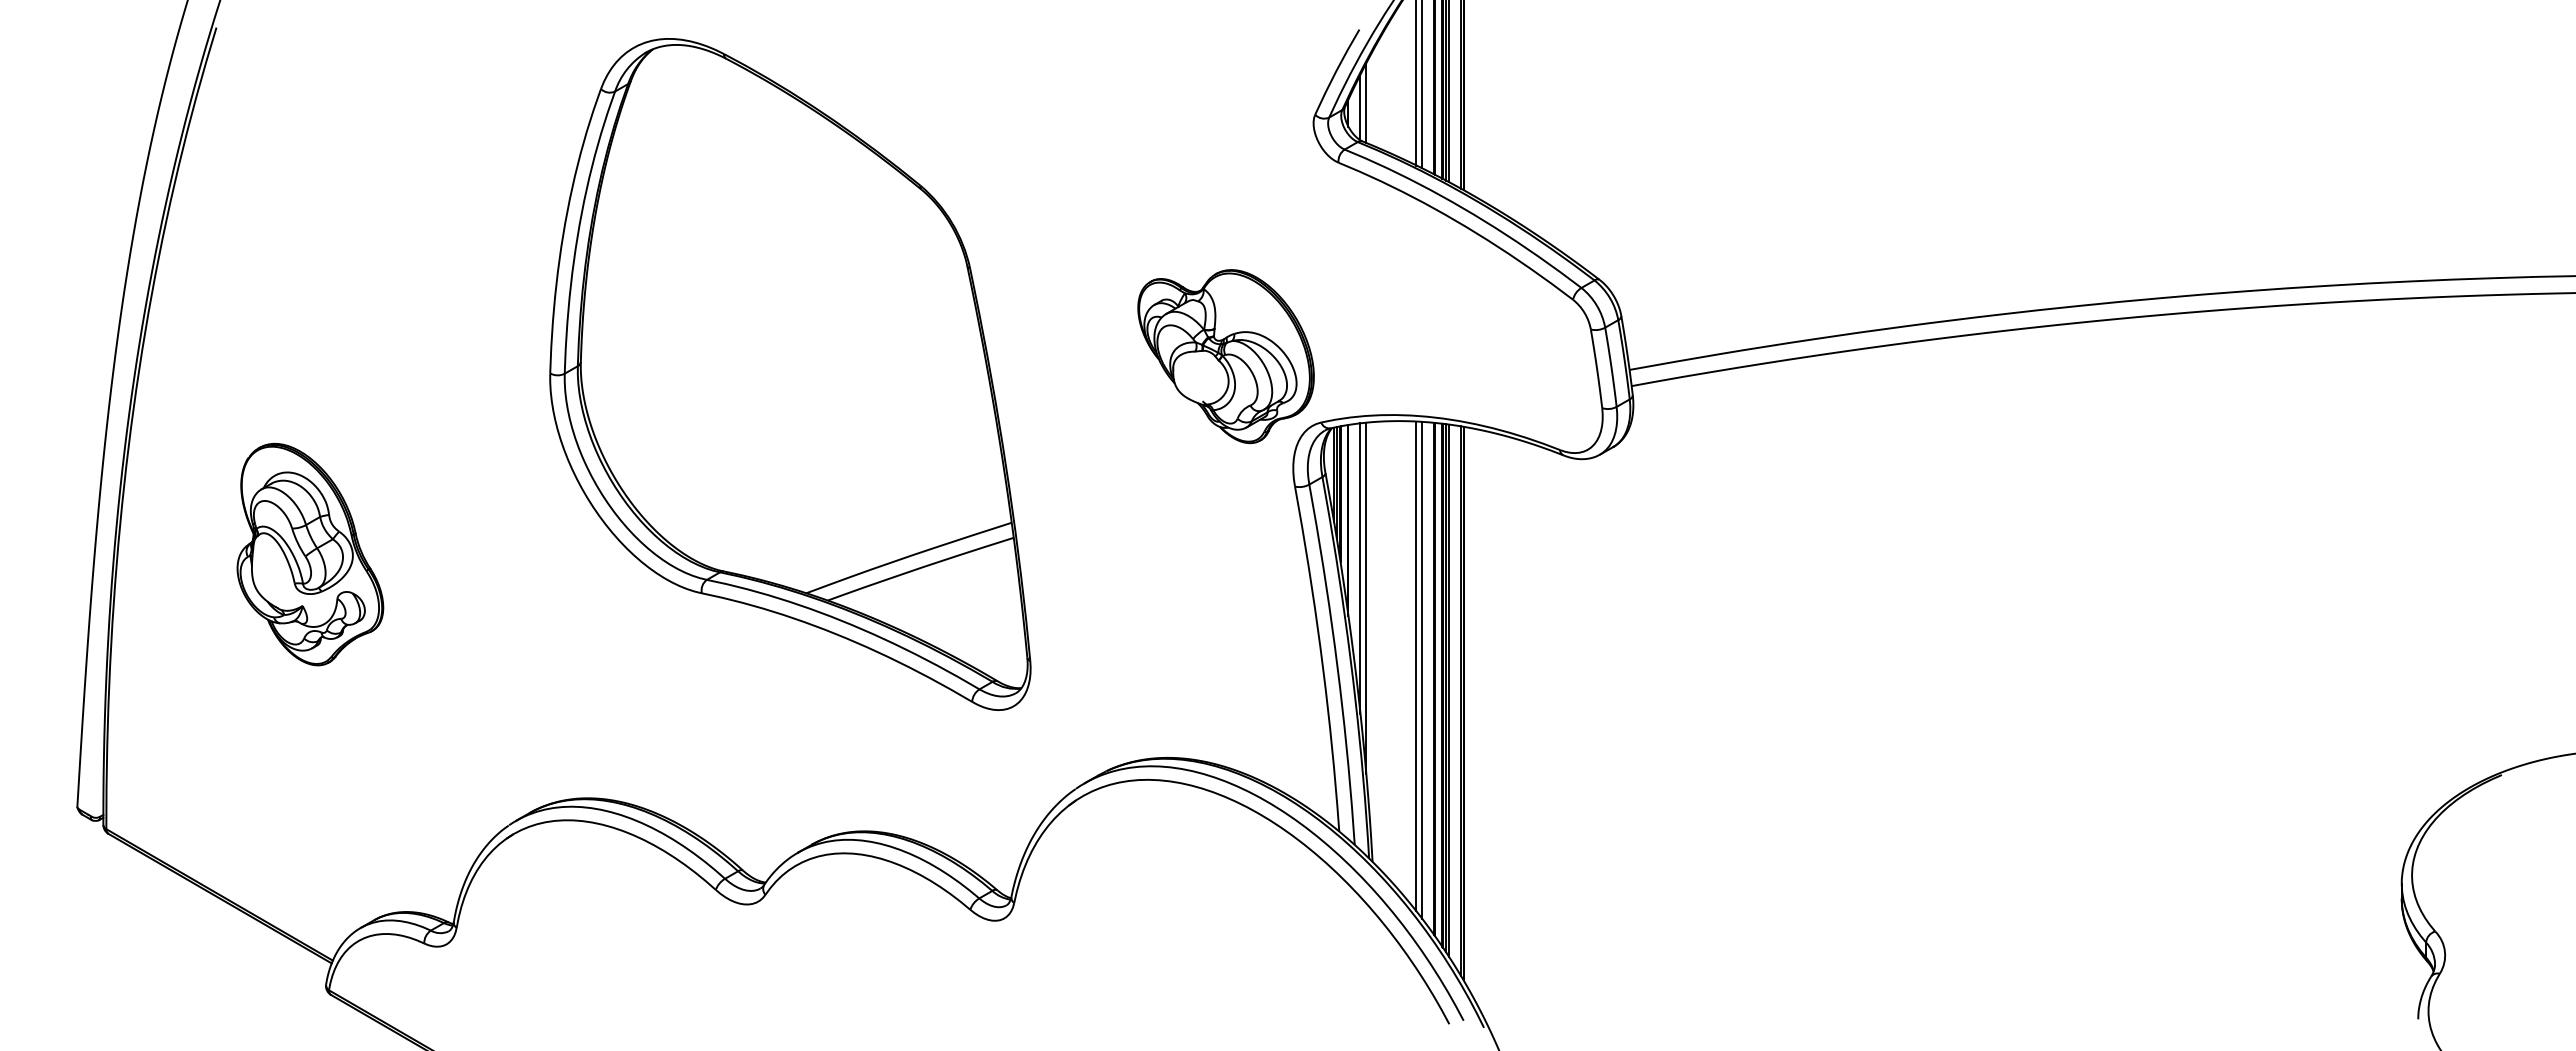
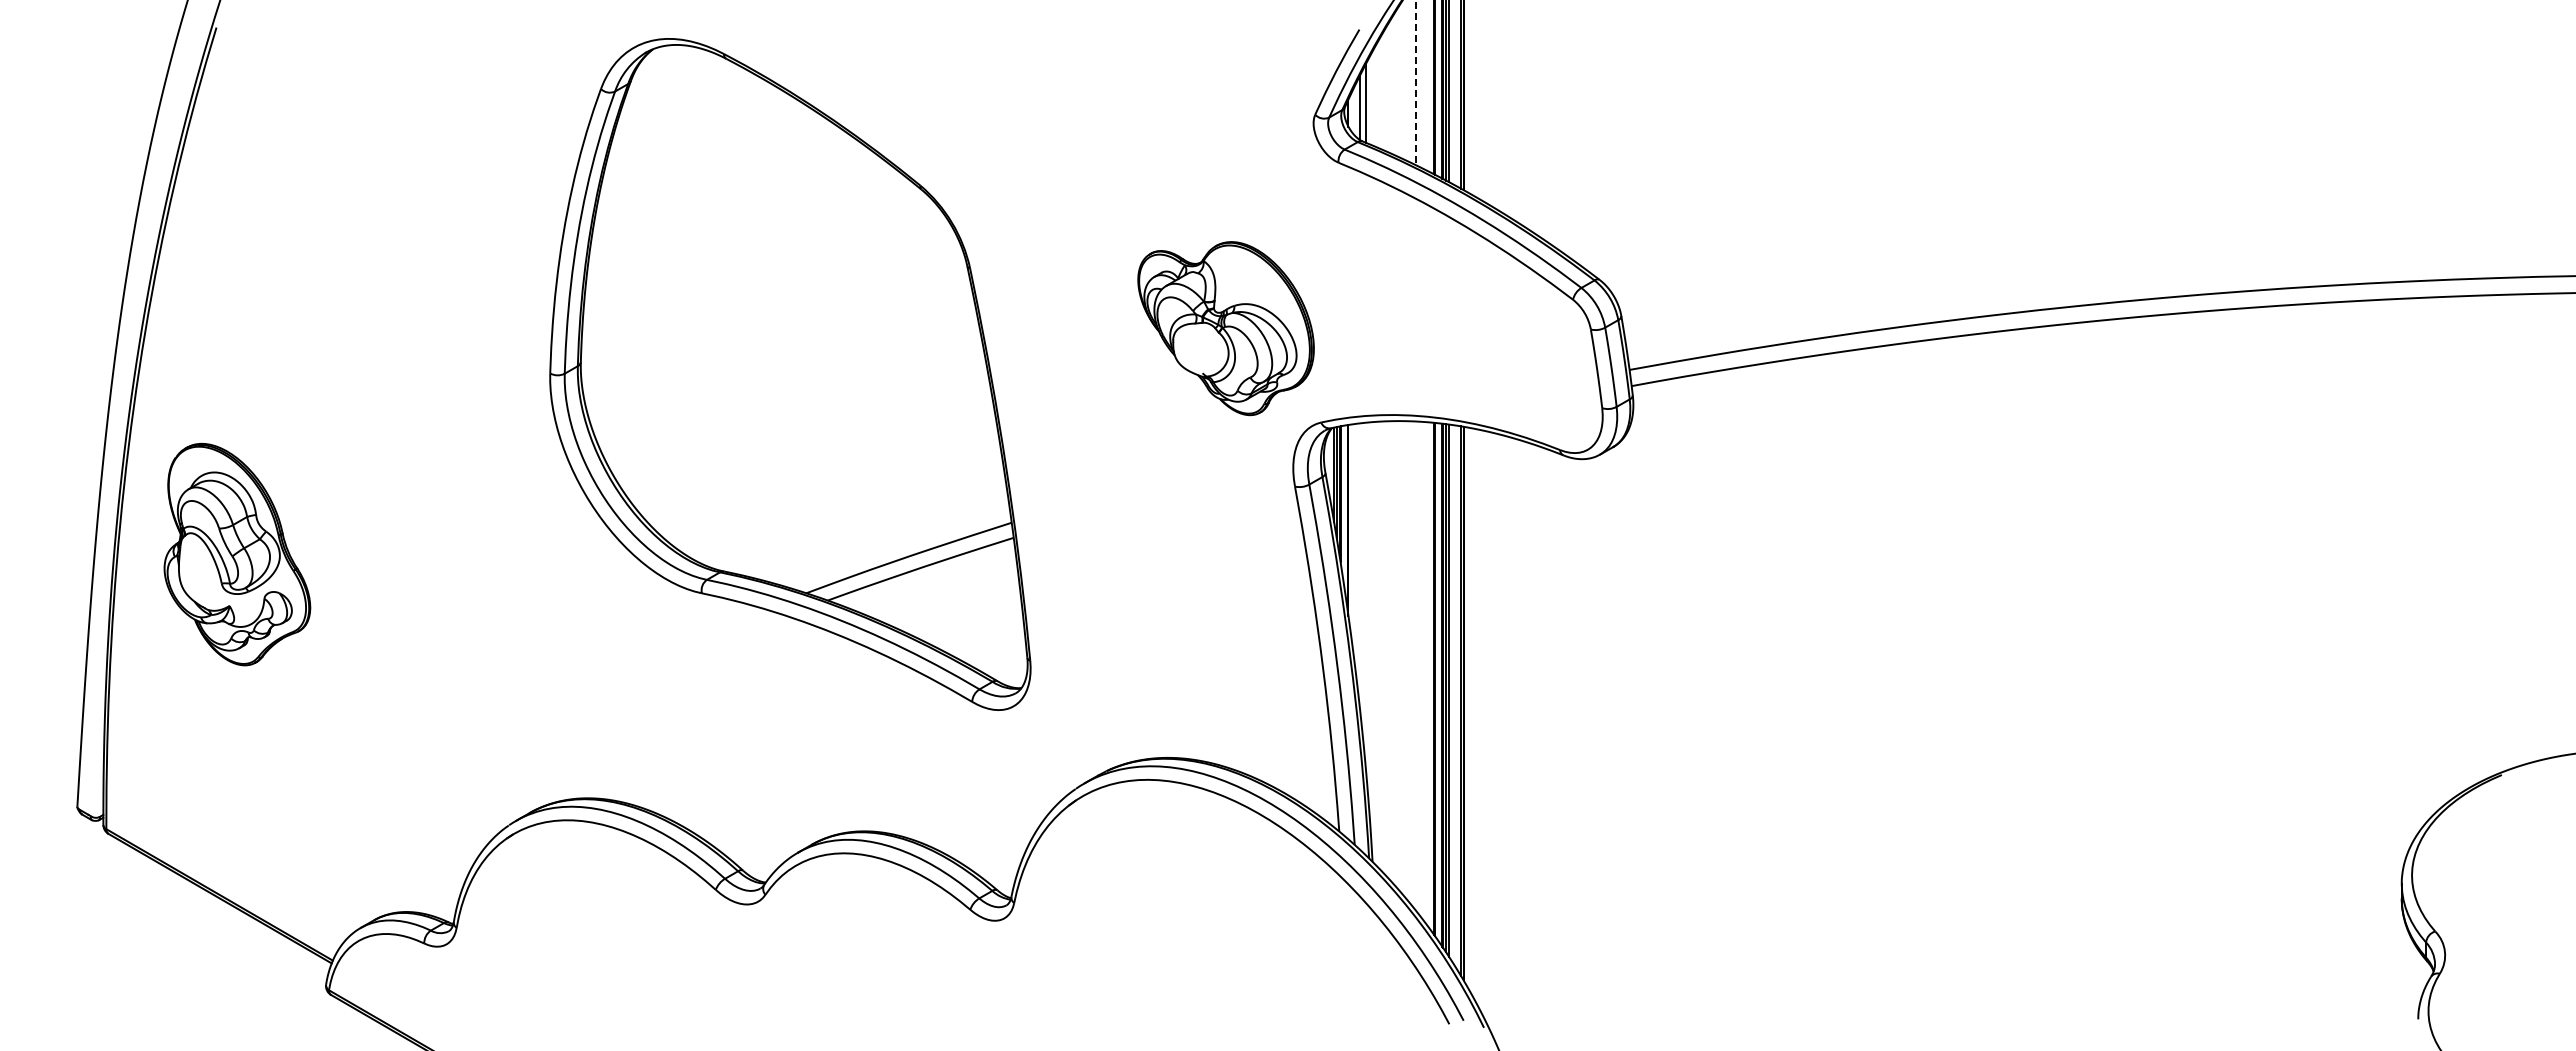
line at (1416, 83): solid -> dashed
line at (1422, 85): present -> none
part at (1225, 356) position: (1225, 356) -> (1225, 328)
part at (310, 554) position: (310, 554) -> (237, 554)
line at (1360, 568): present -> none
line at (1366, 598): present -> none
line at (1416, 666): present -> none
line at (1422, 669): present -> none
